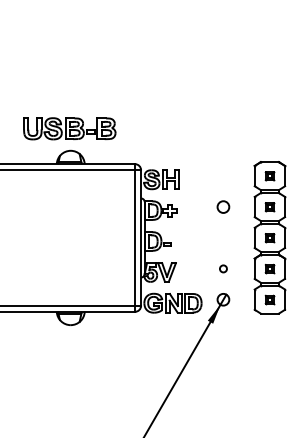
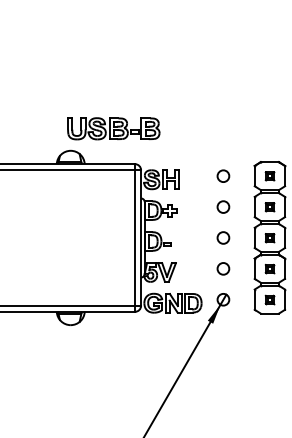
part at (69, 128) position: (69, 128) -> (113, 128)
circle at (223, 175): none -> present
circle at (223, 237): none -> present
circle at (223, 268) size: 9x10 px -> 15x14 px
